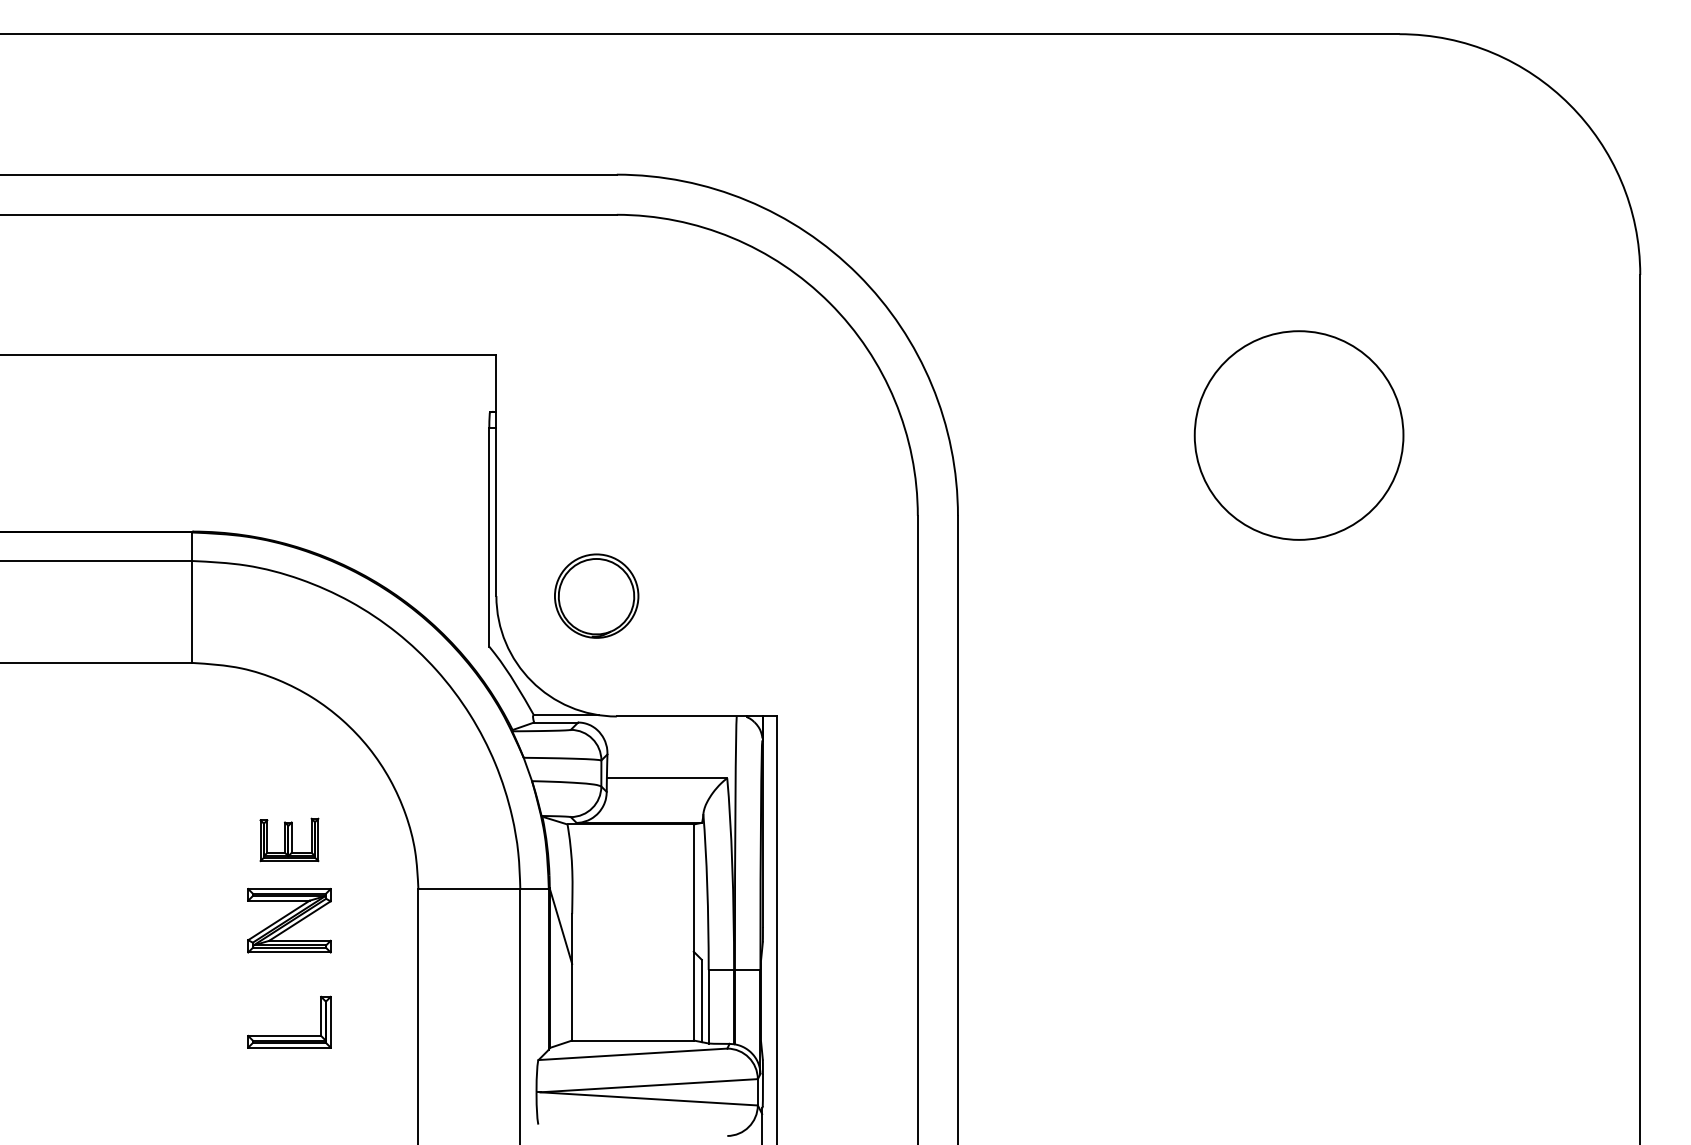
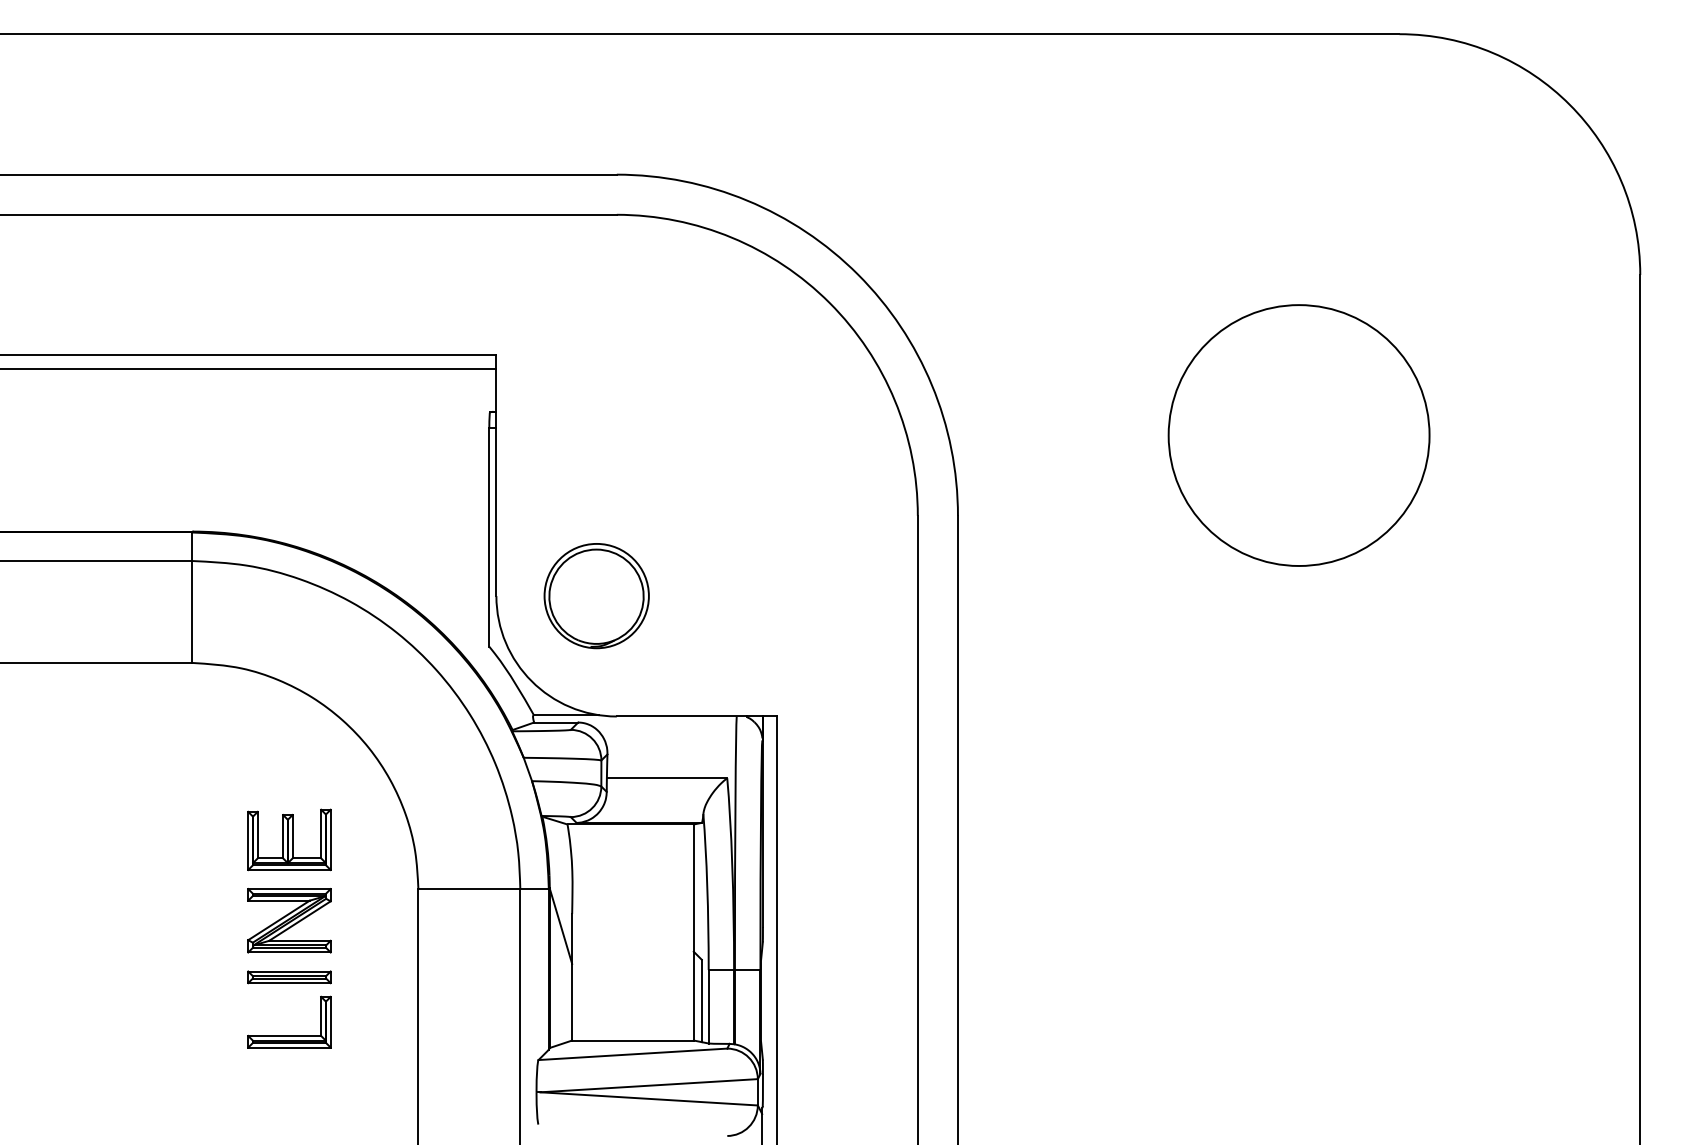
line at (249, 368): none -> present
circle at (1298, 435) diameter: 209 px -> 261 px
part at (596, 595) size: 86x86 px -> 107x107 px
part at (289, 839) size: 61x46 px -> 85x64 px
part at (289, 977): none -> present
